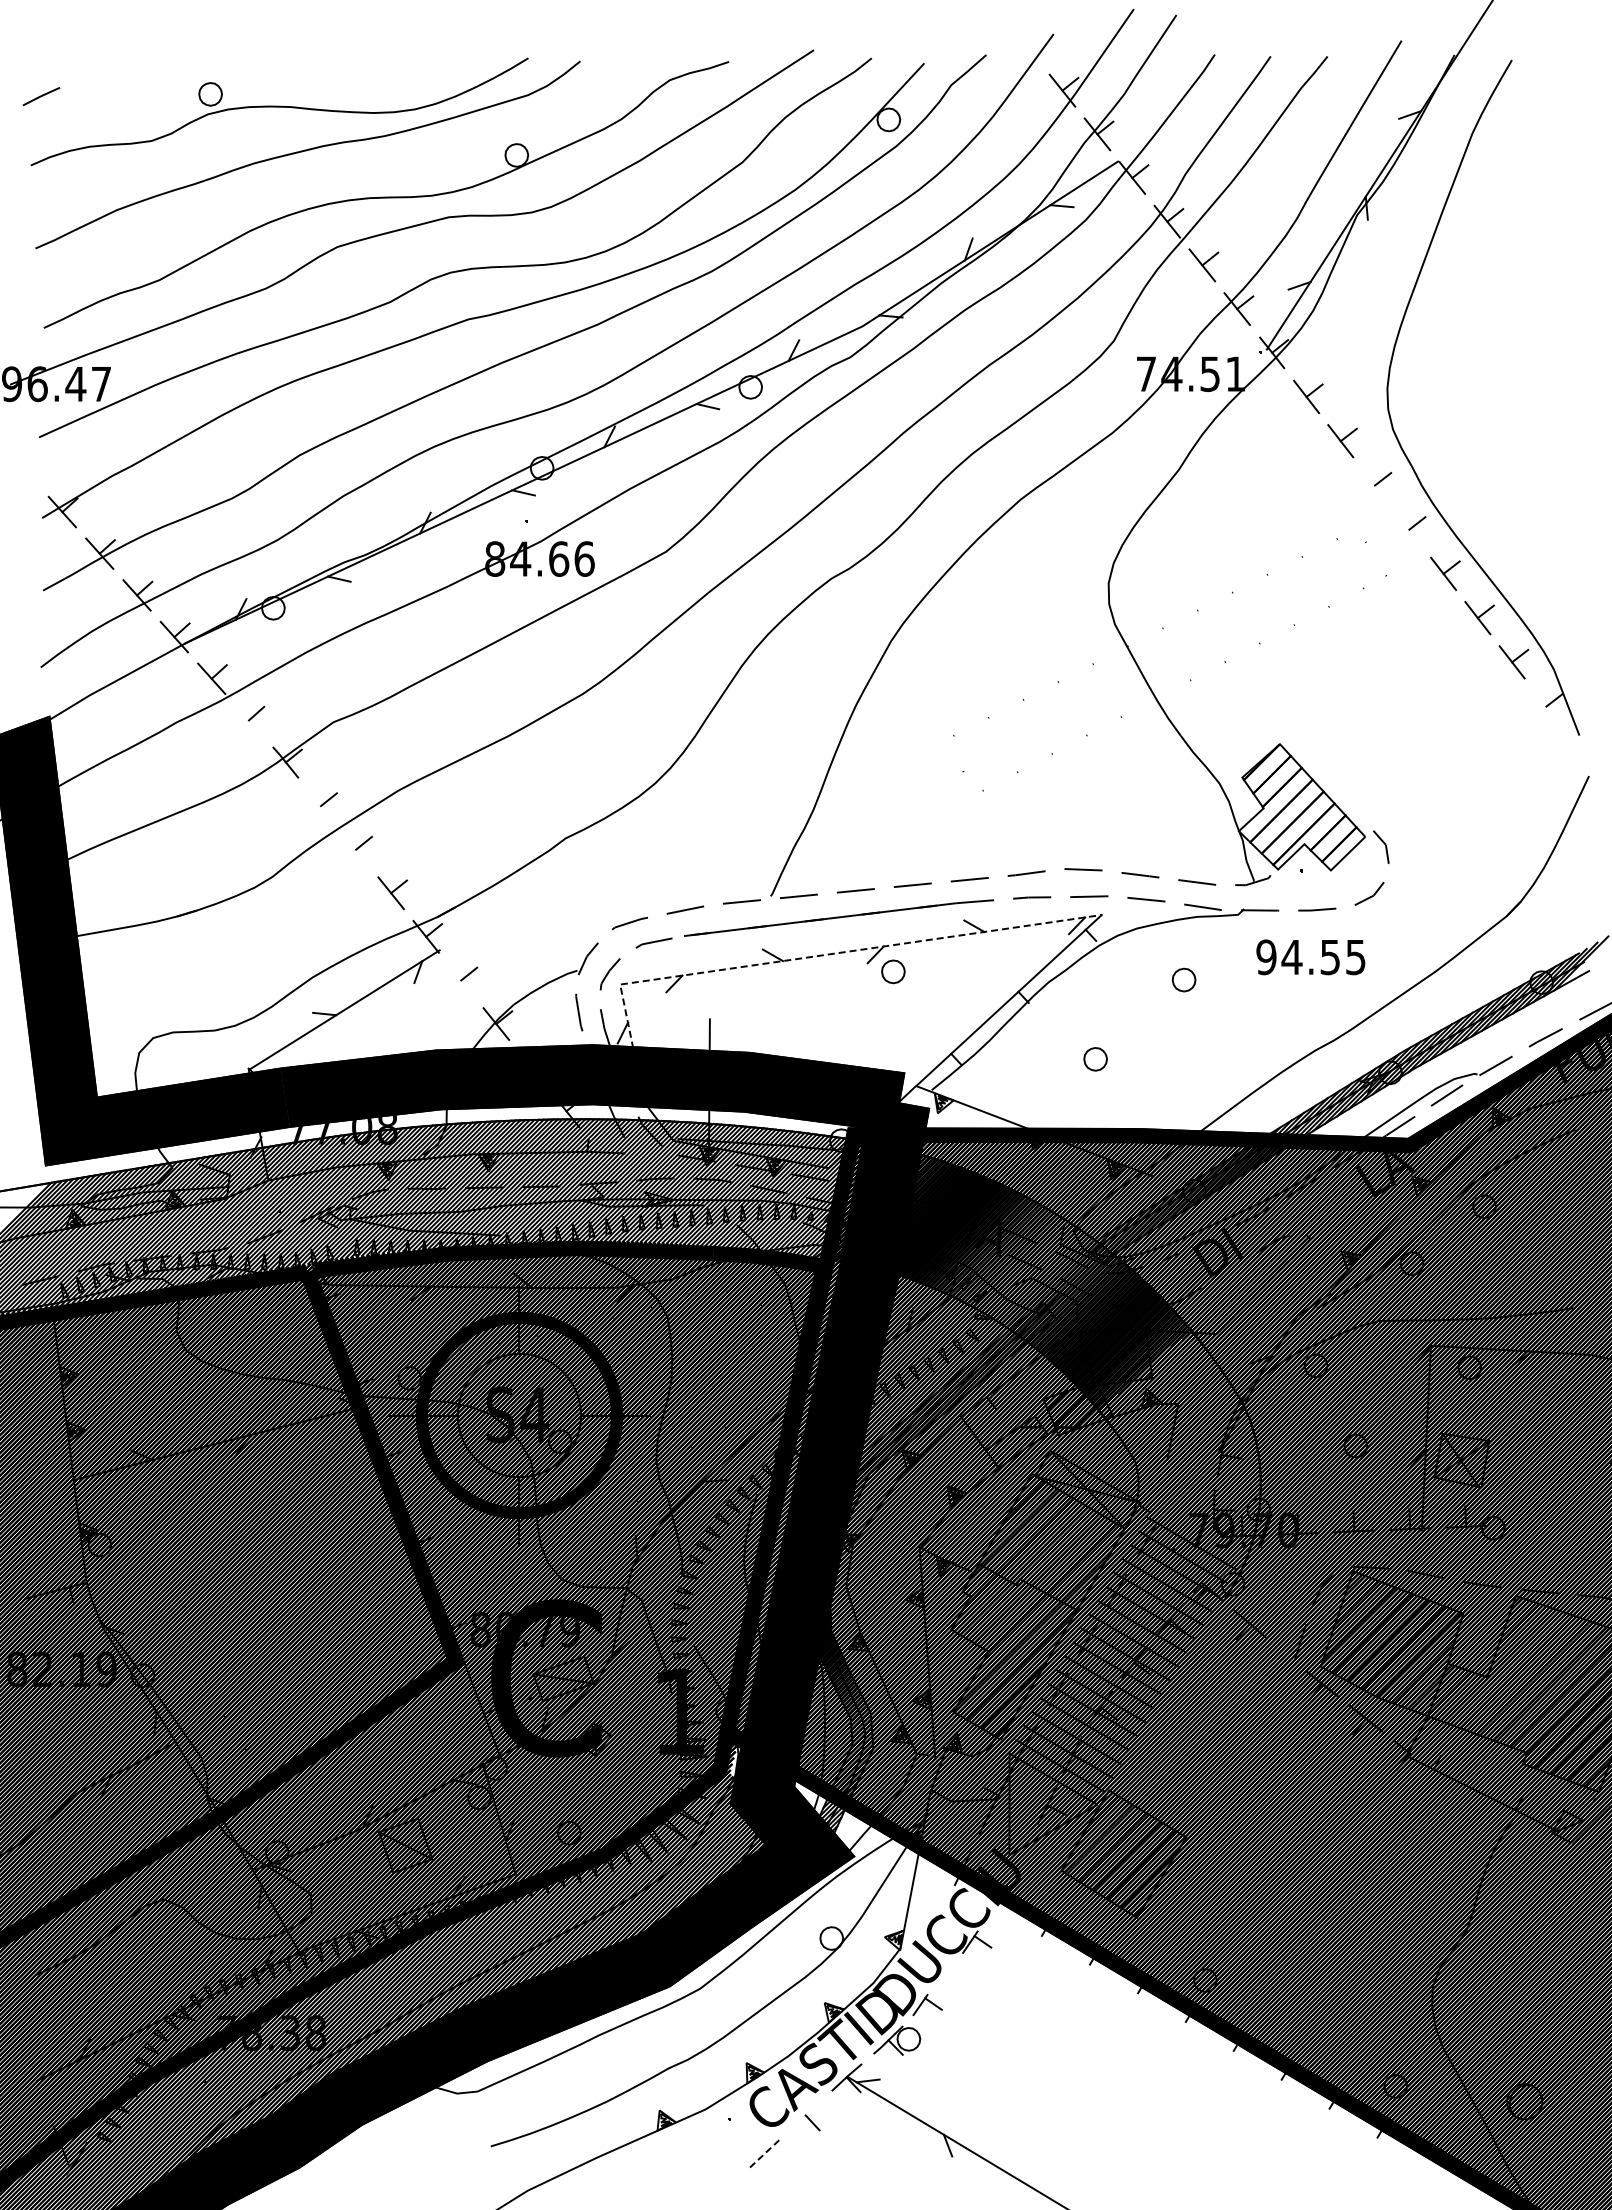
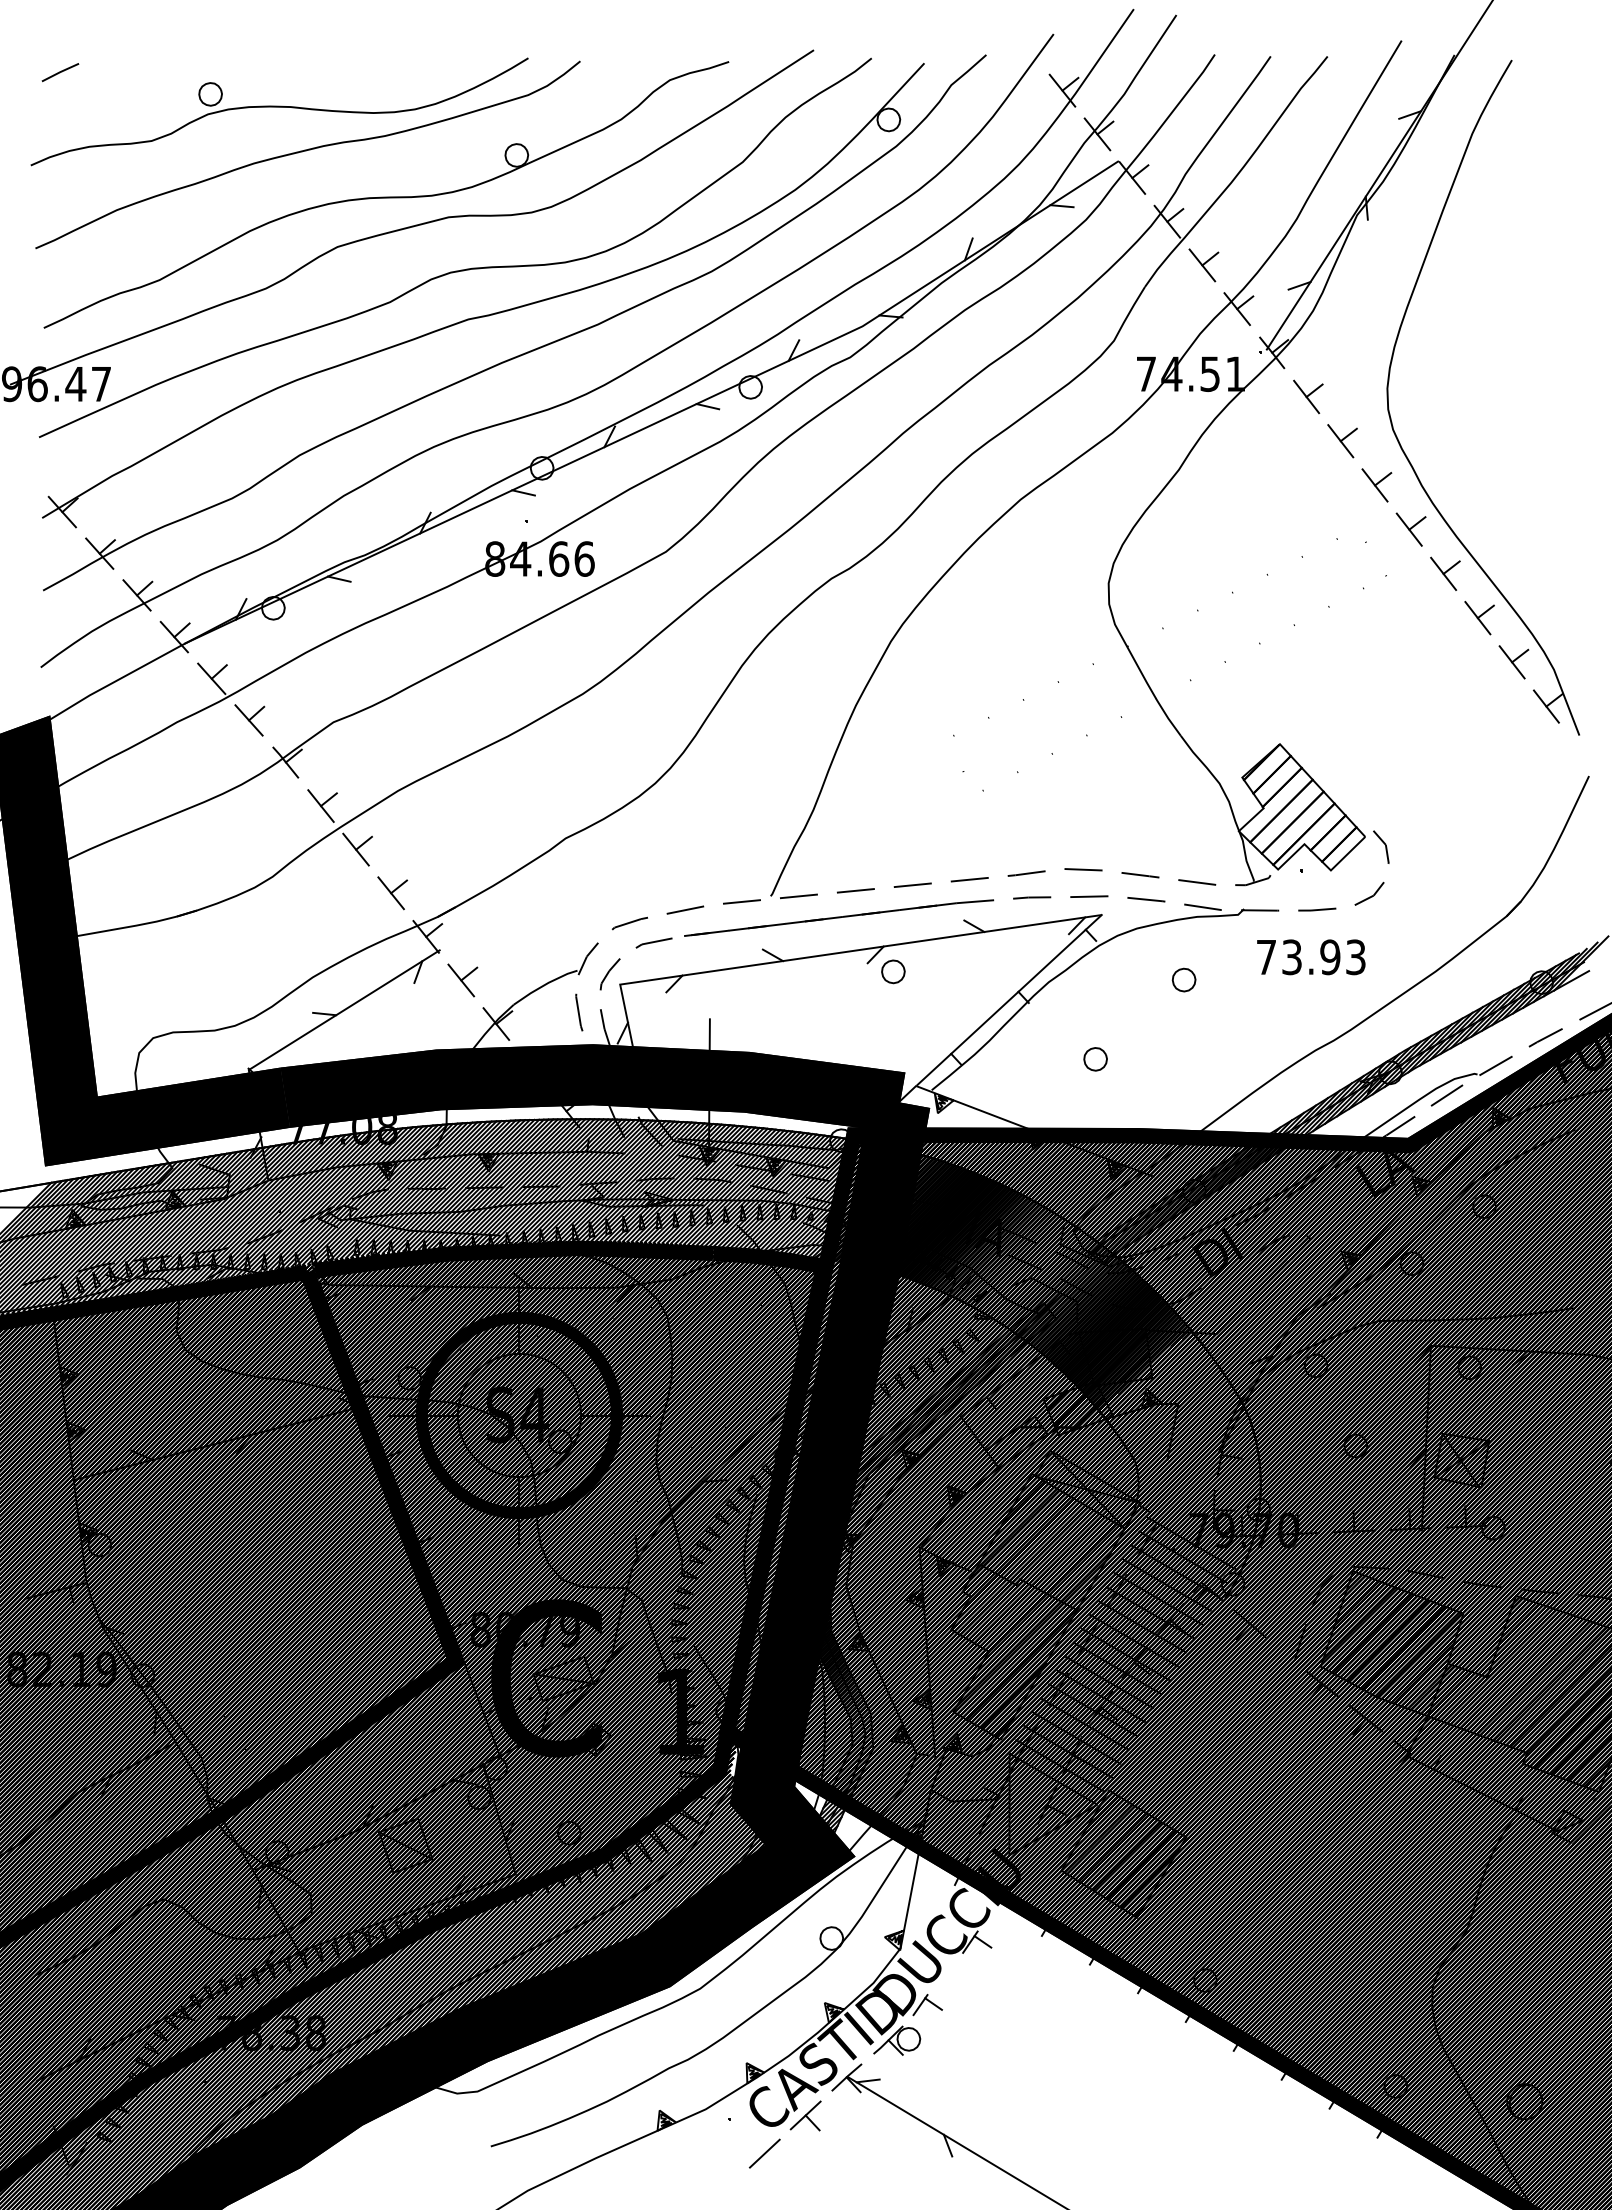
line at (41, 96) position: (41, 96) -> (60, 72)
line at (1374, 485): none -> present
line at (1408, 529): none -> present
line at (1545, 706): none -> present
line at (248, 720): none -> present
line at (320, 805): none -> present
line at (355, 849): none -> present
text at (1310, 957): 94.55 -> 73.93
line at (801, 958): dashed -> solid
line at (461, 980): none -> present
line at (805, 2115): none -> present
line at (765, 2153): dashed -> solid
